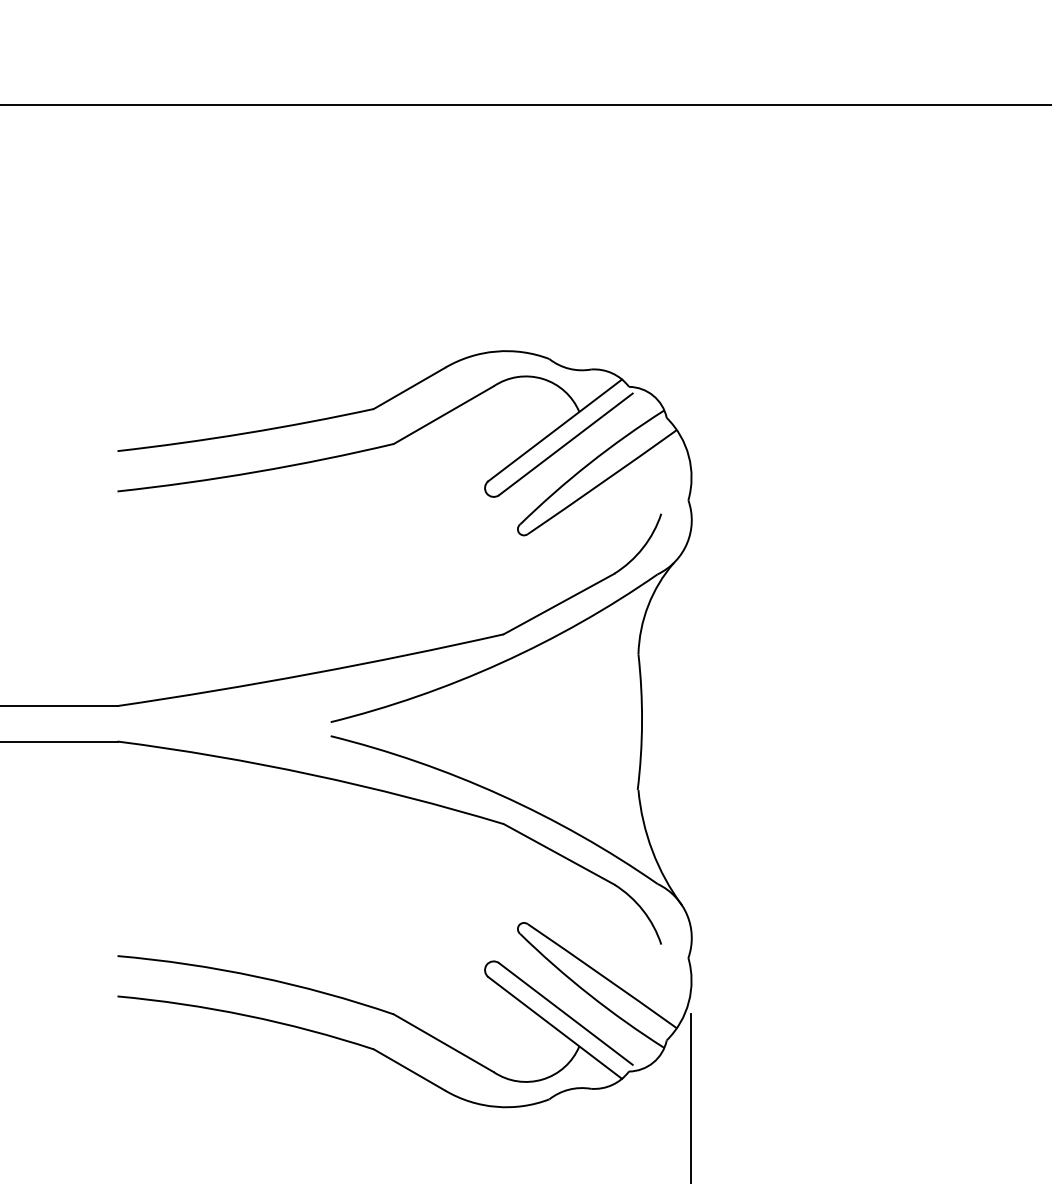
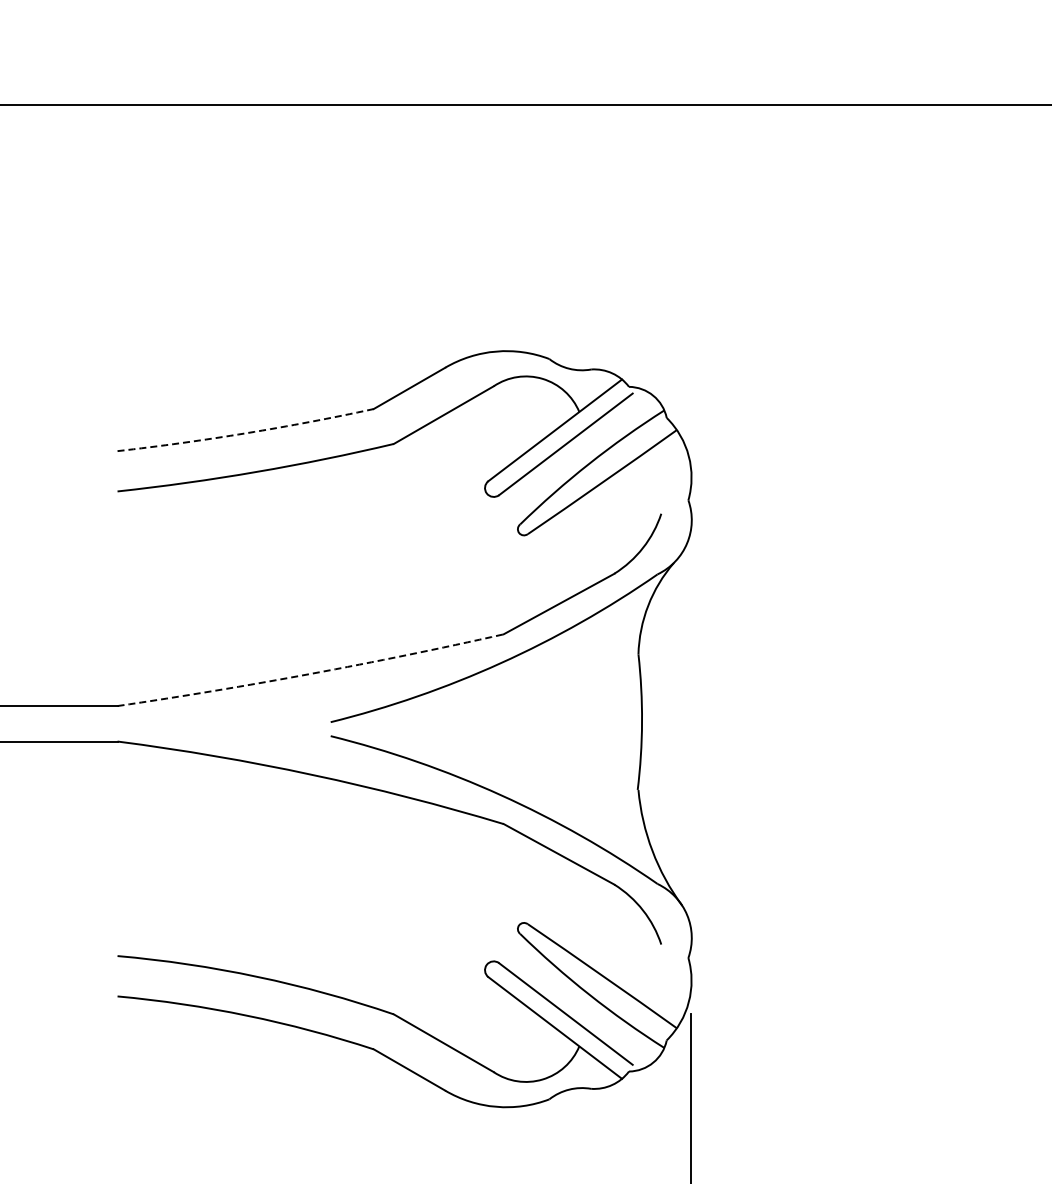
arc at (246, 433): solid -> dashed
arc at (311, 673): solid -> dashed
